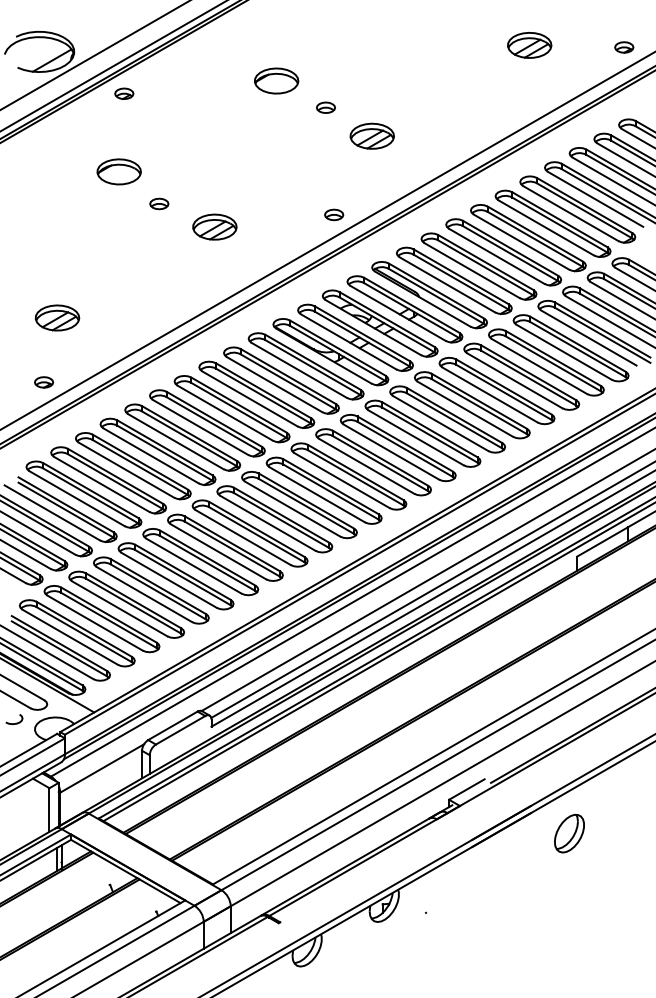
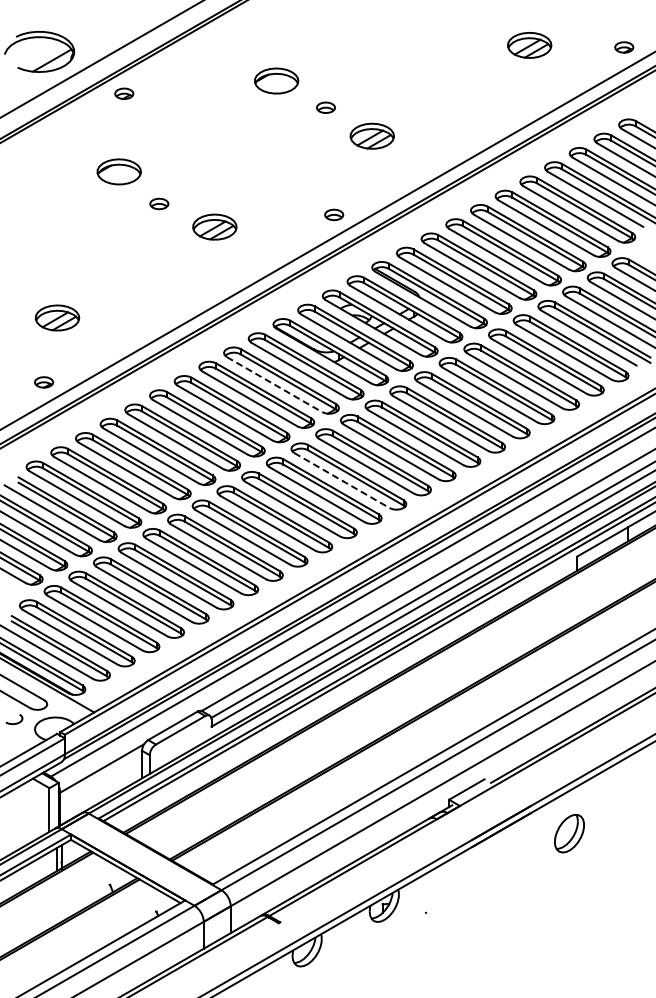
line at (94, 55) position: (94, 55) -> (101, 59)
line at (113, 66): present -> none
line at (274, 384): solid -> dashed
line at (342, 480): solid -> dashed
